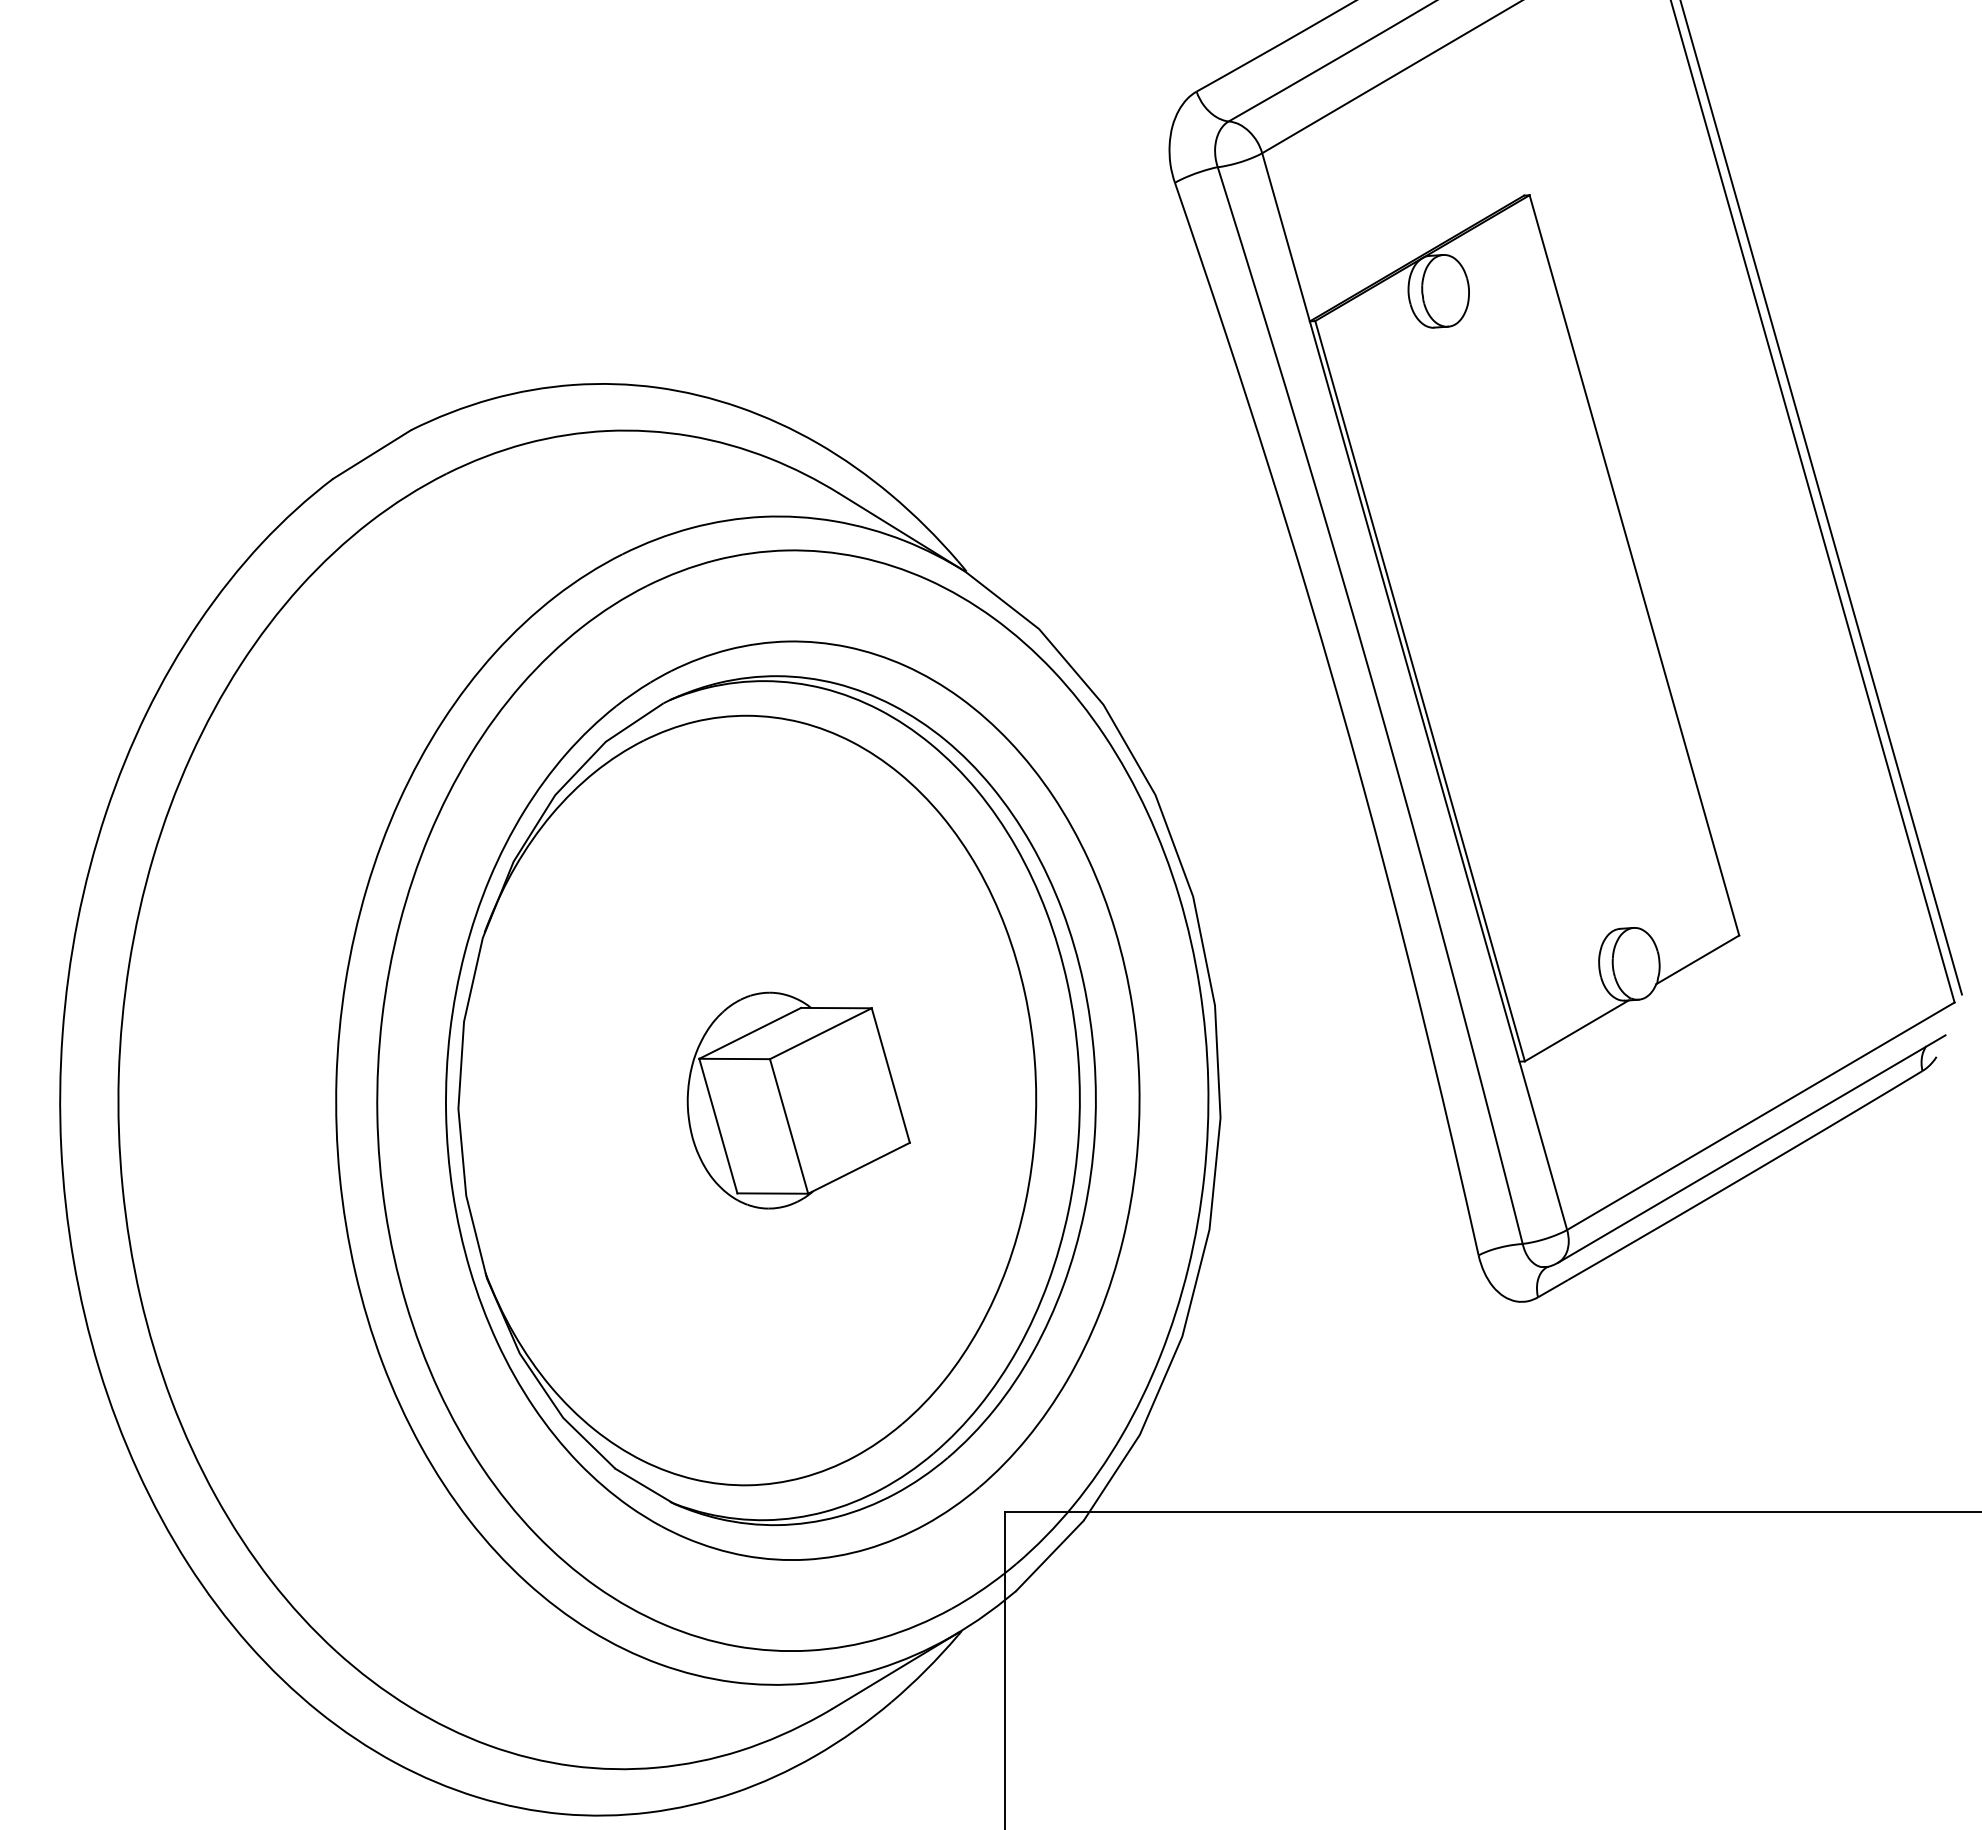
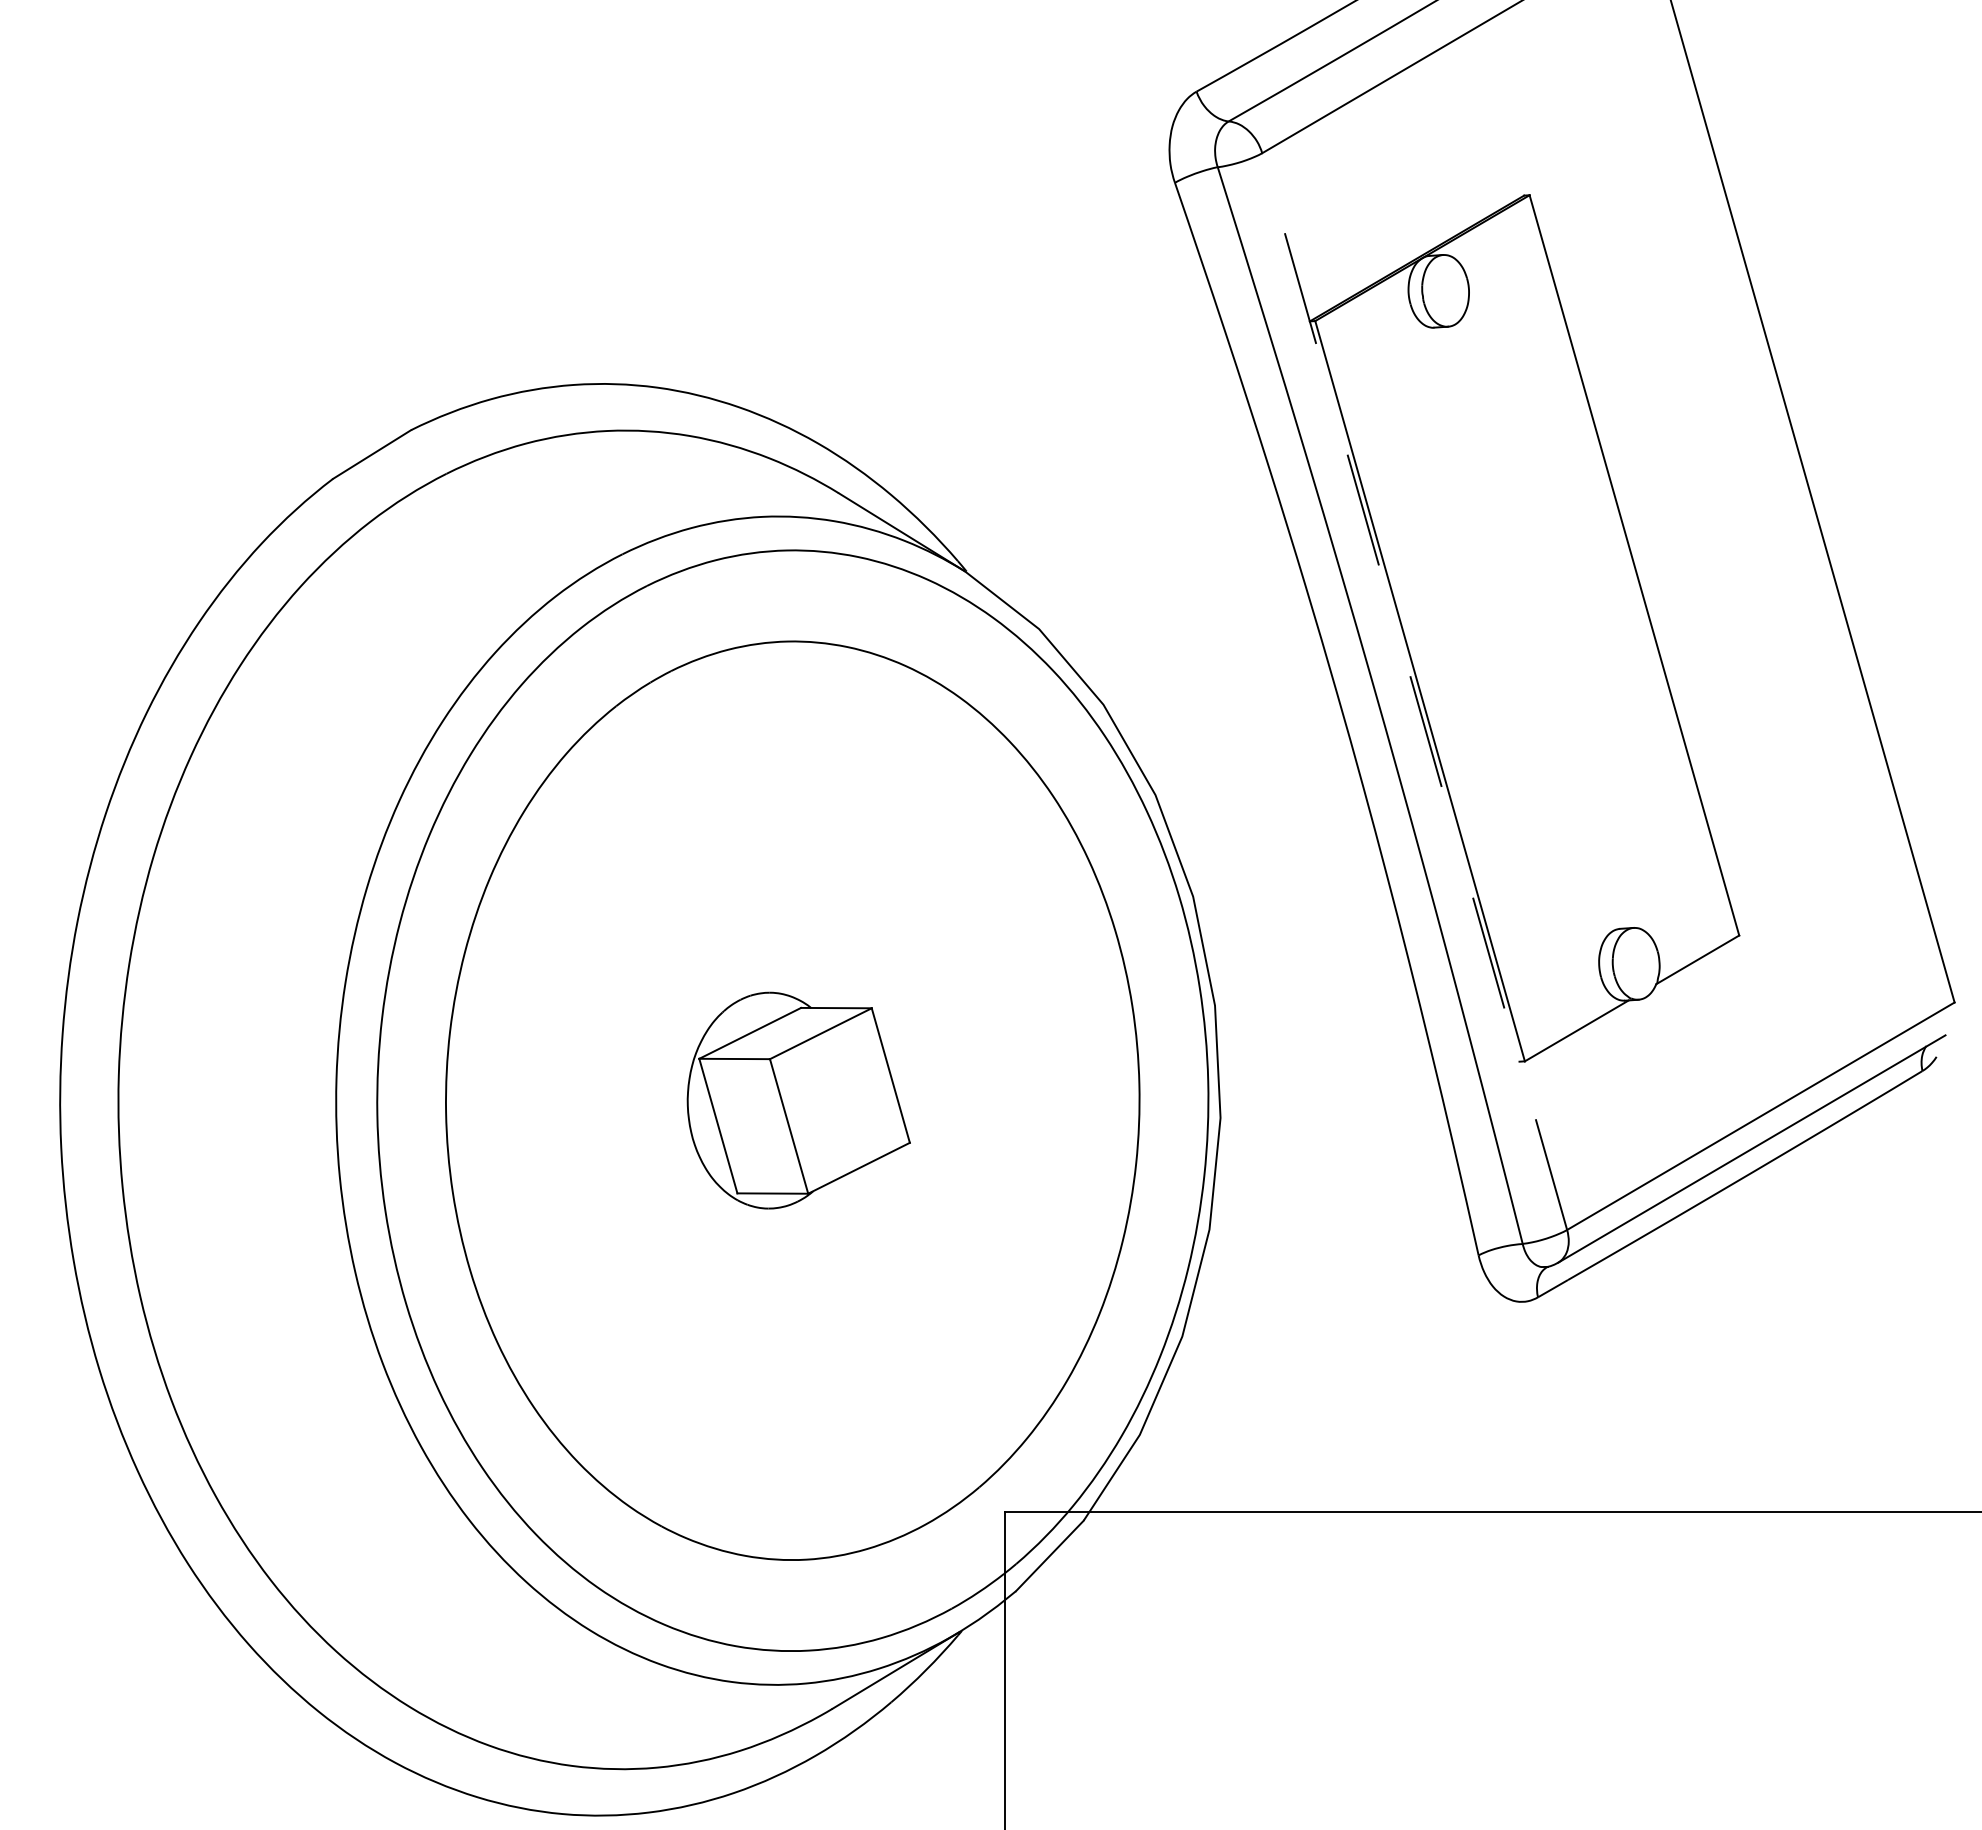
line at (1821, 498): present -> none
line at (1414, 691): solid -> dashed
part at (776, 1100): present -> none
